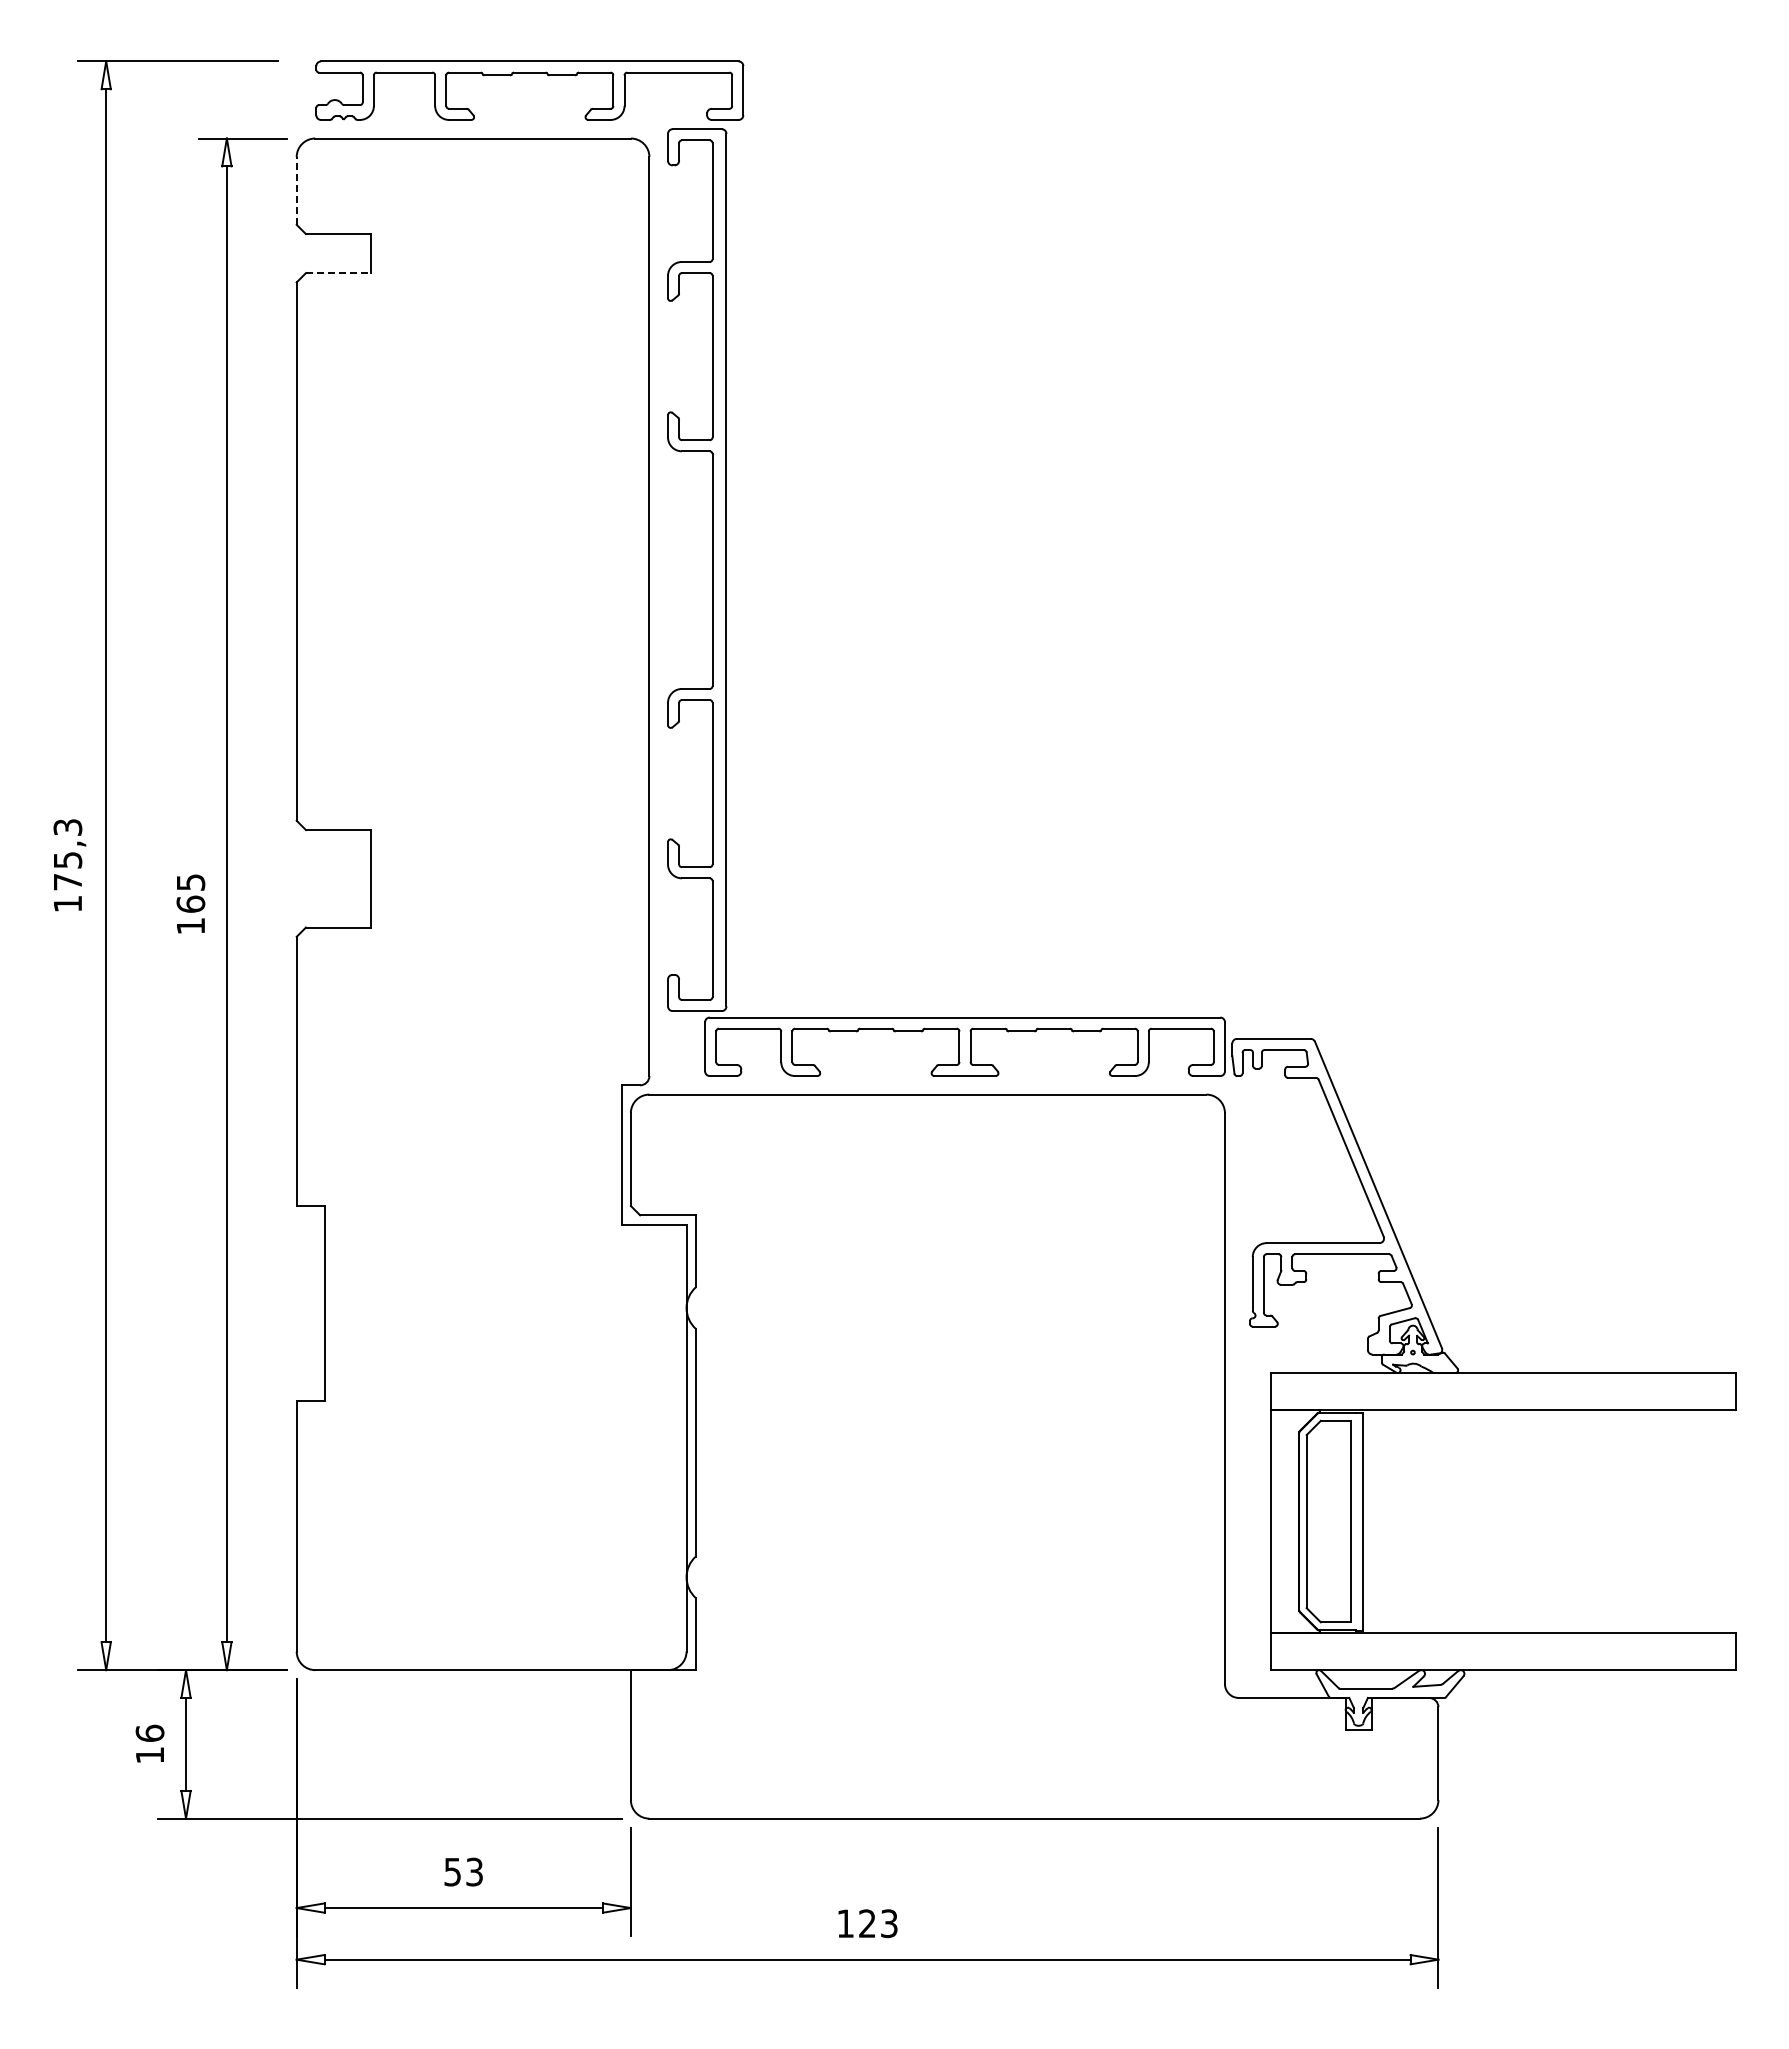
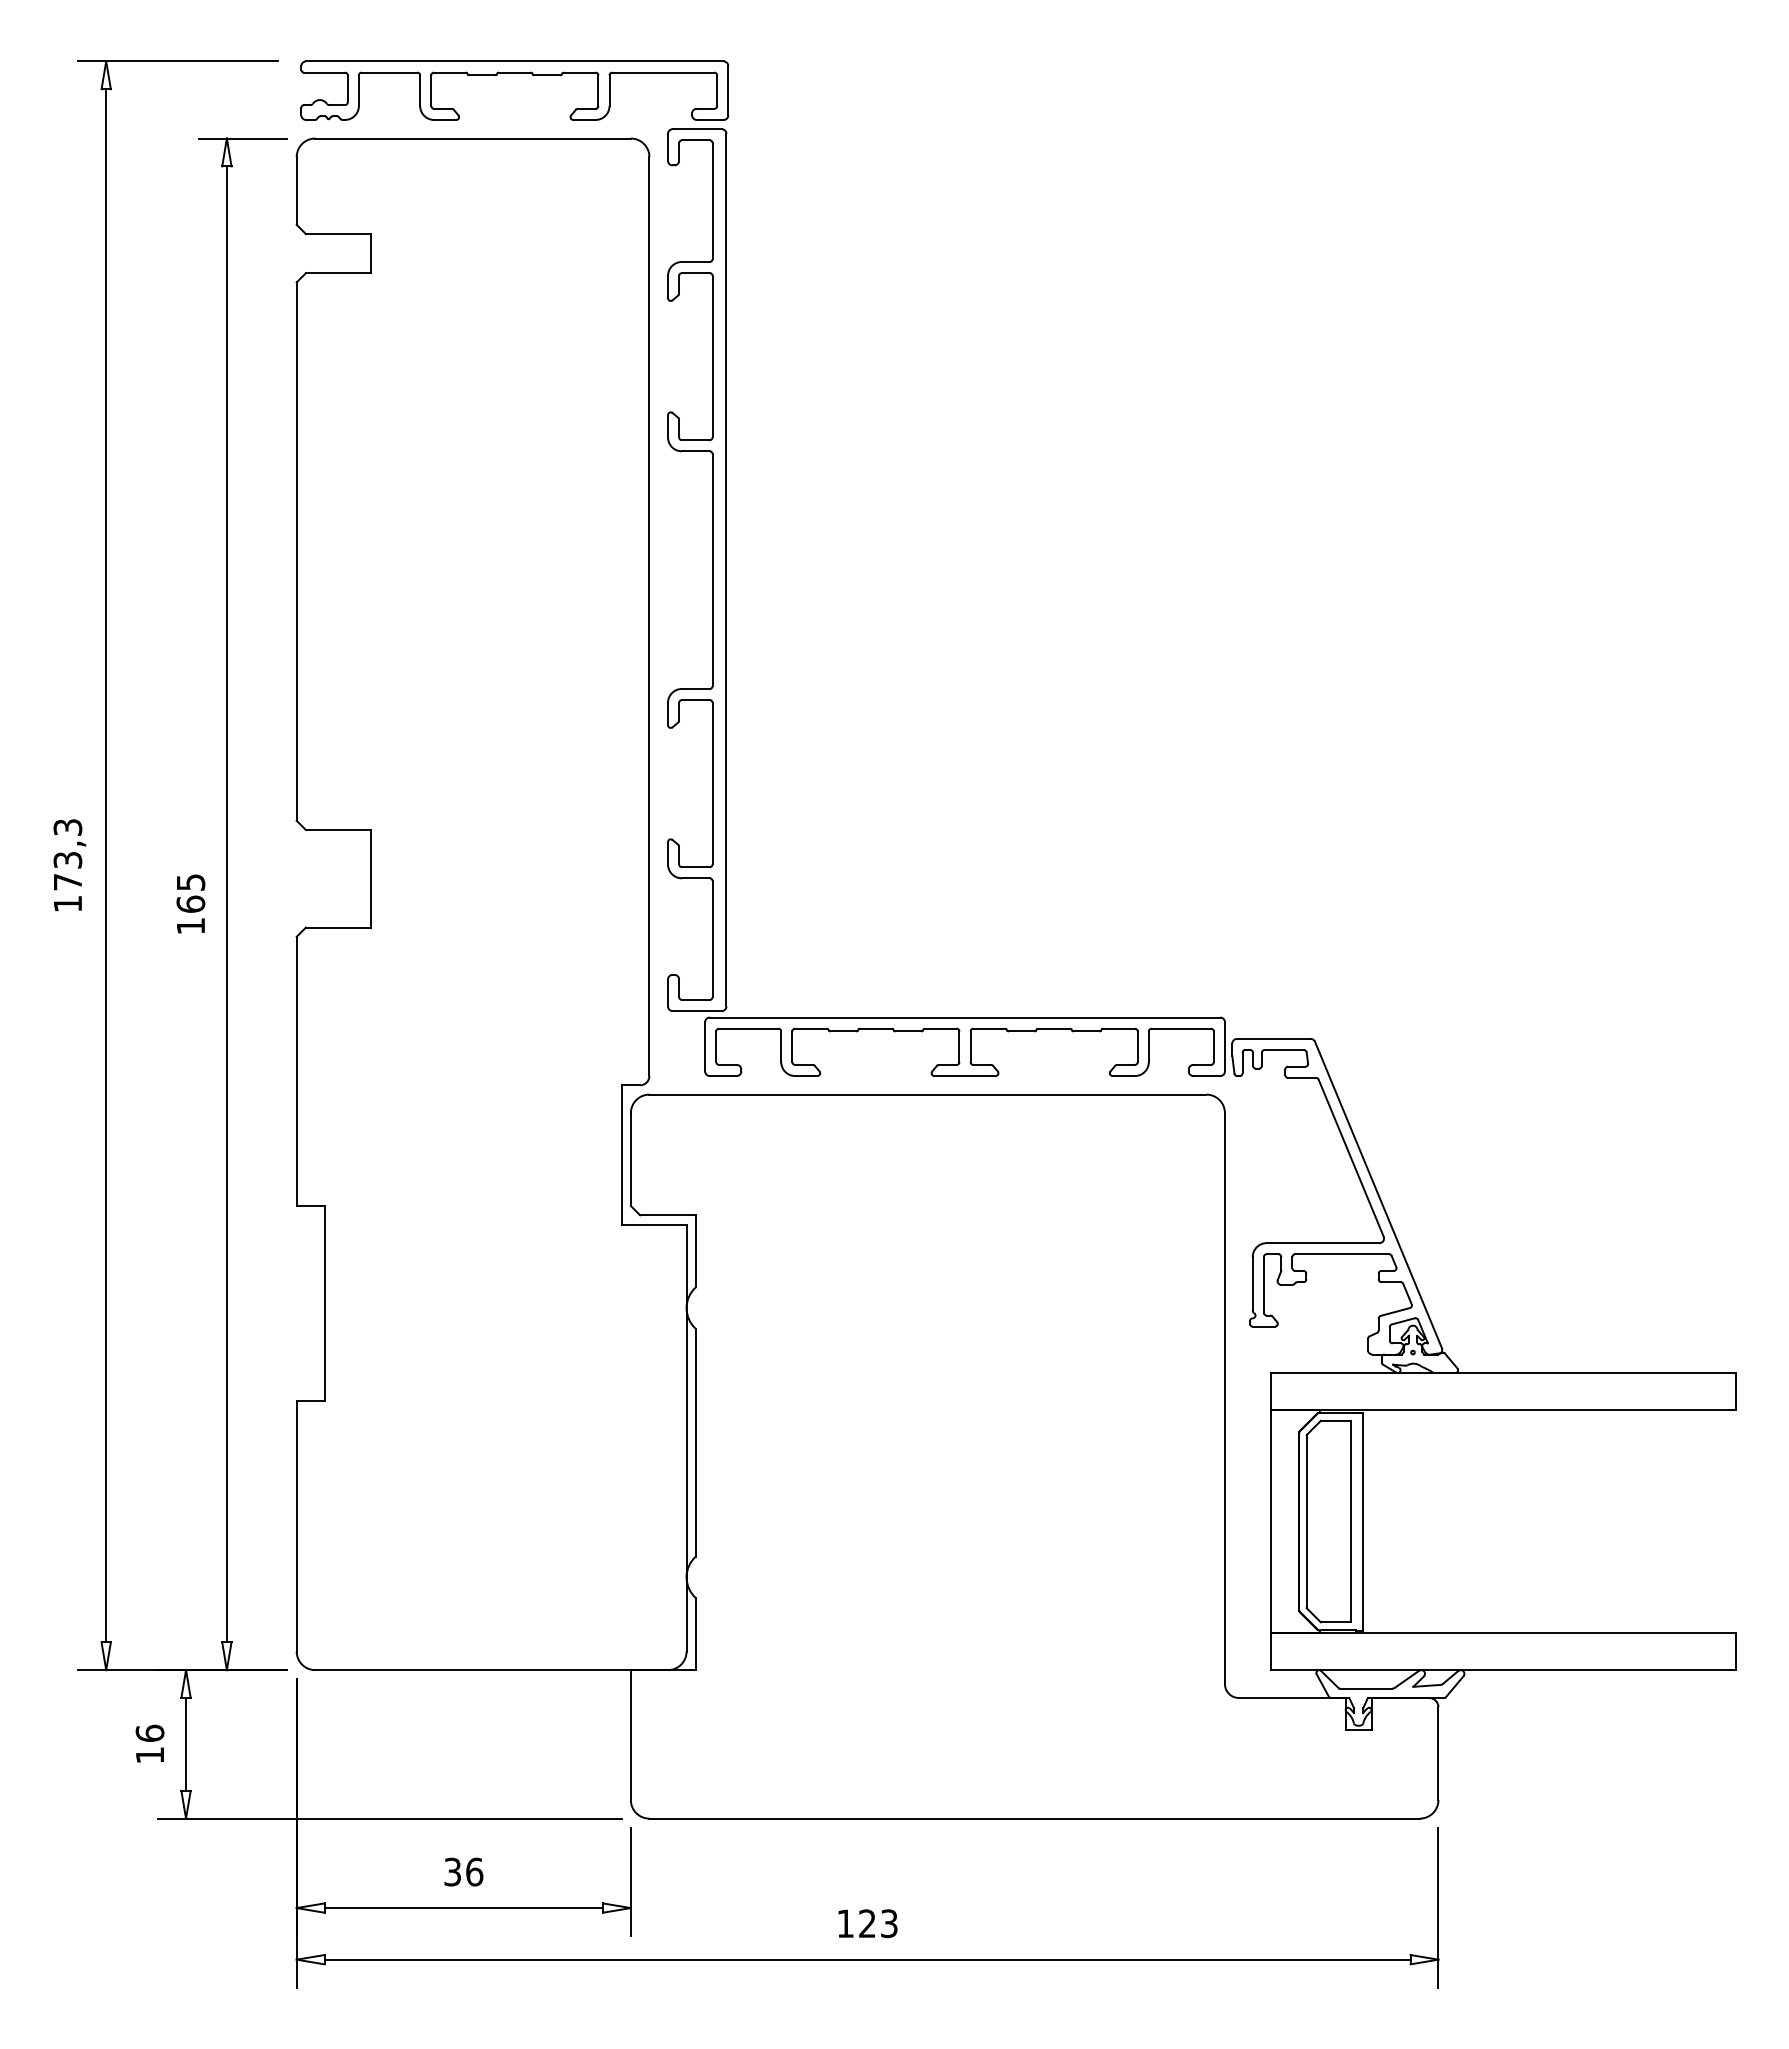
part at (529, 73) position: (529, 73) -> (514, 73)
line at (296, 190): dashed -> solid
line at (338, 273): dashed -> solid
text at (67, 859): 175,3 -> 173,3
text at (464, 1871): 53 -> 36
